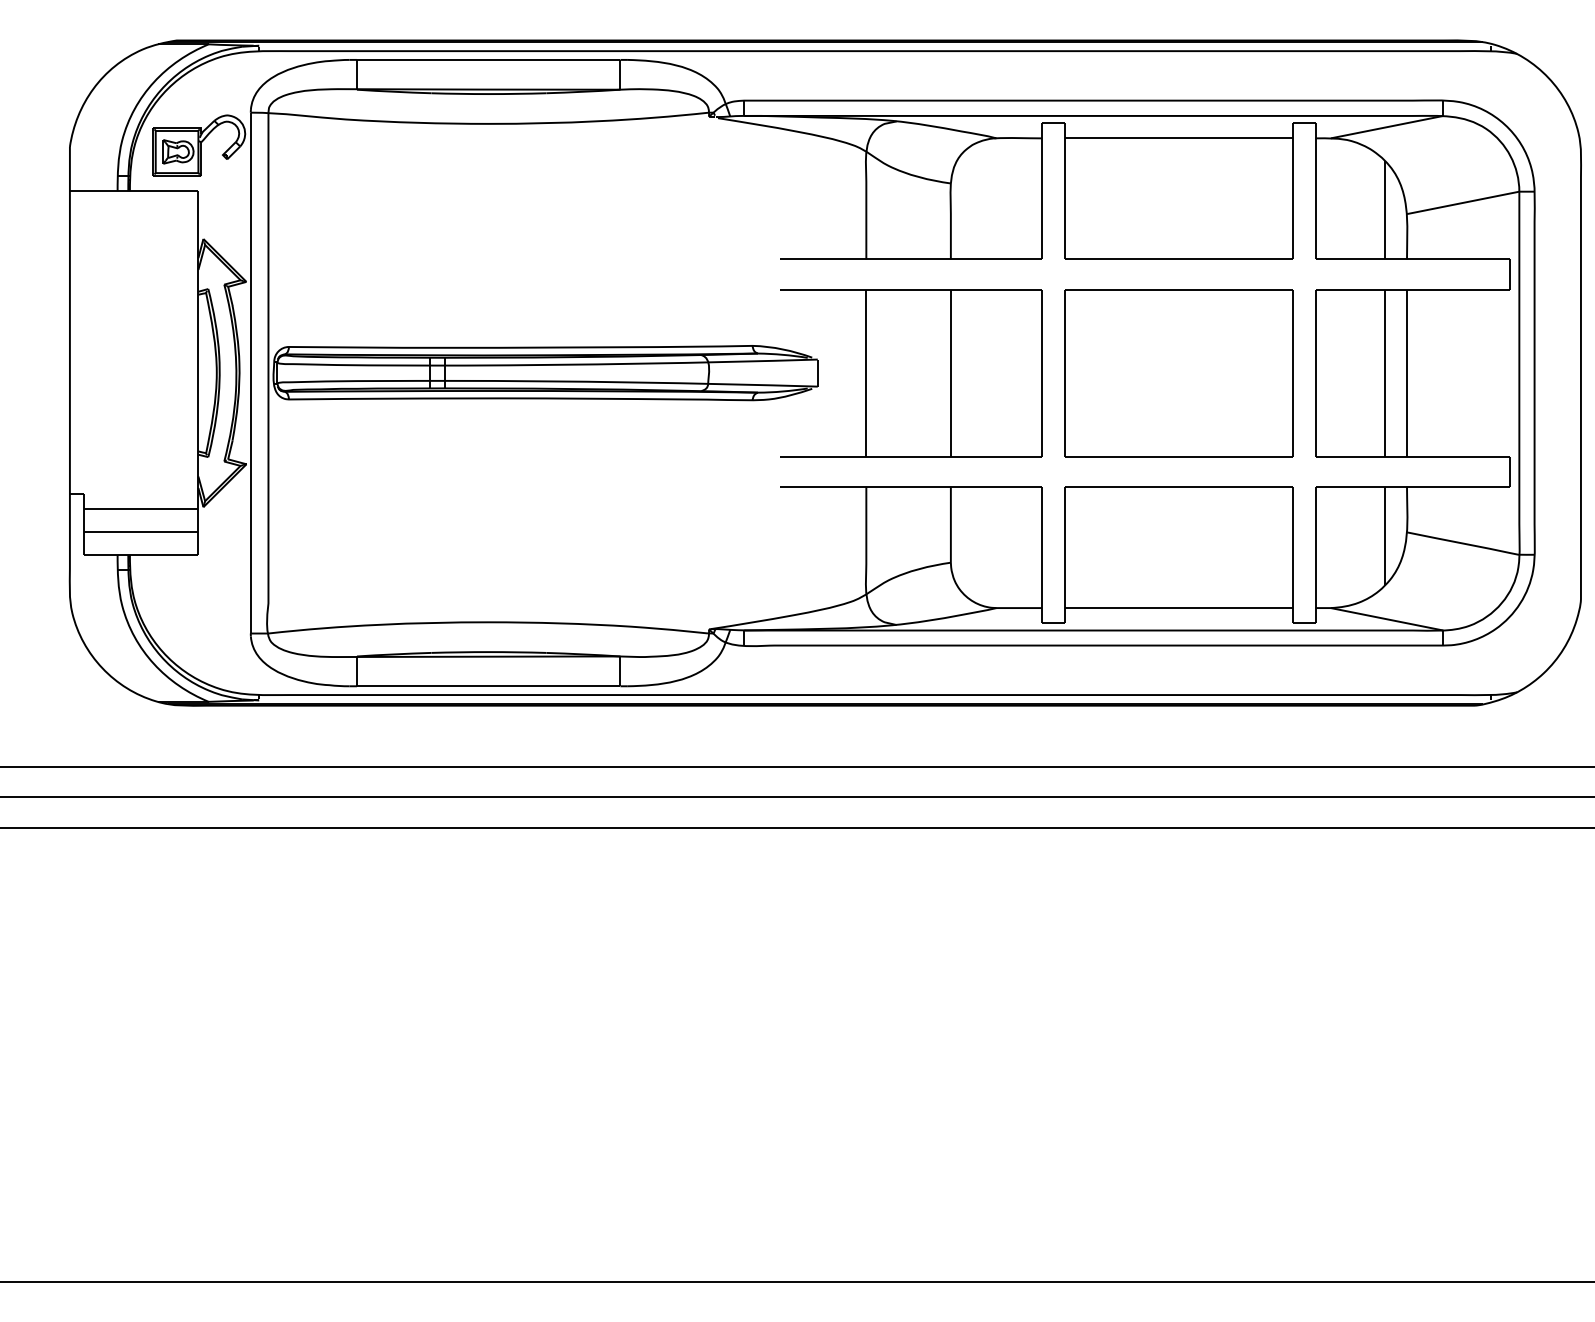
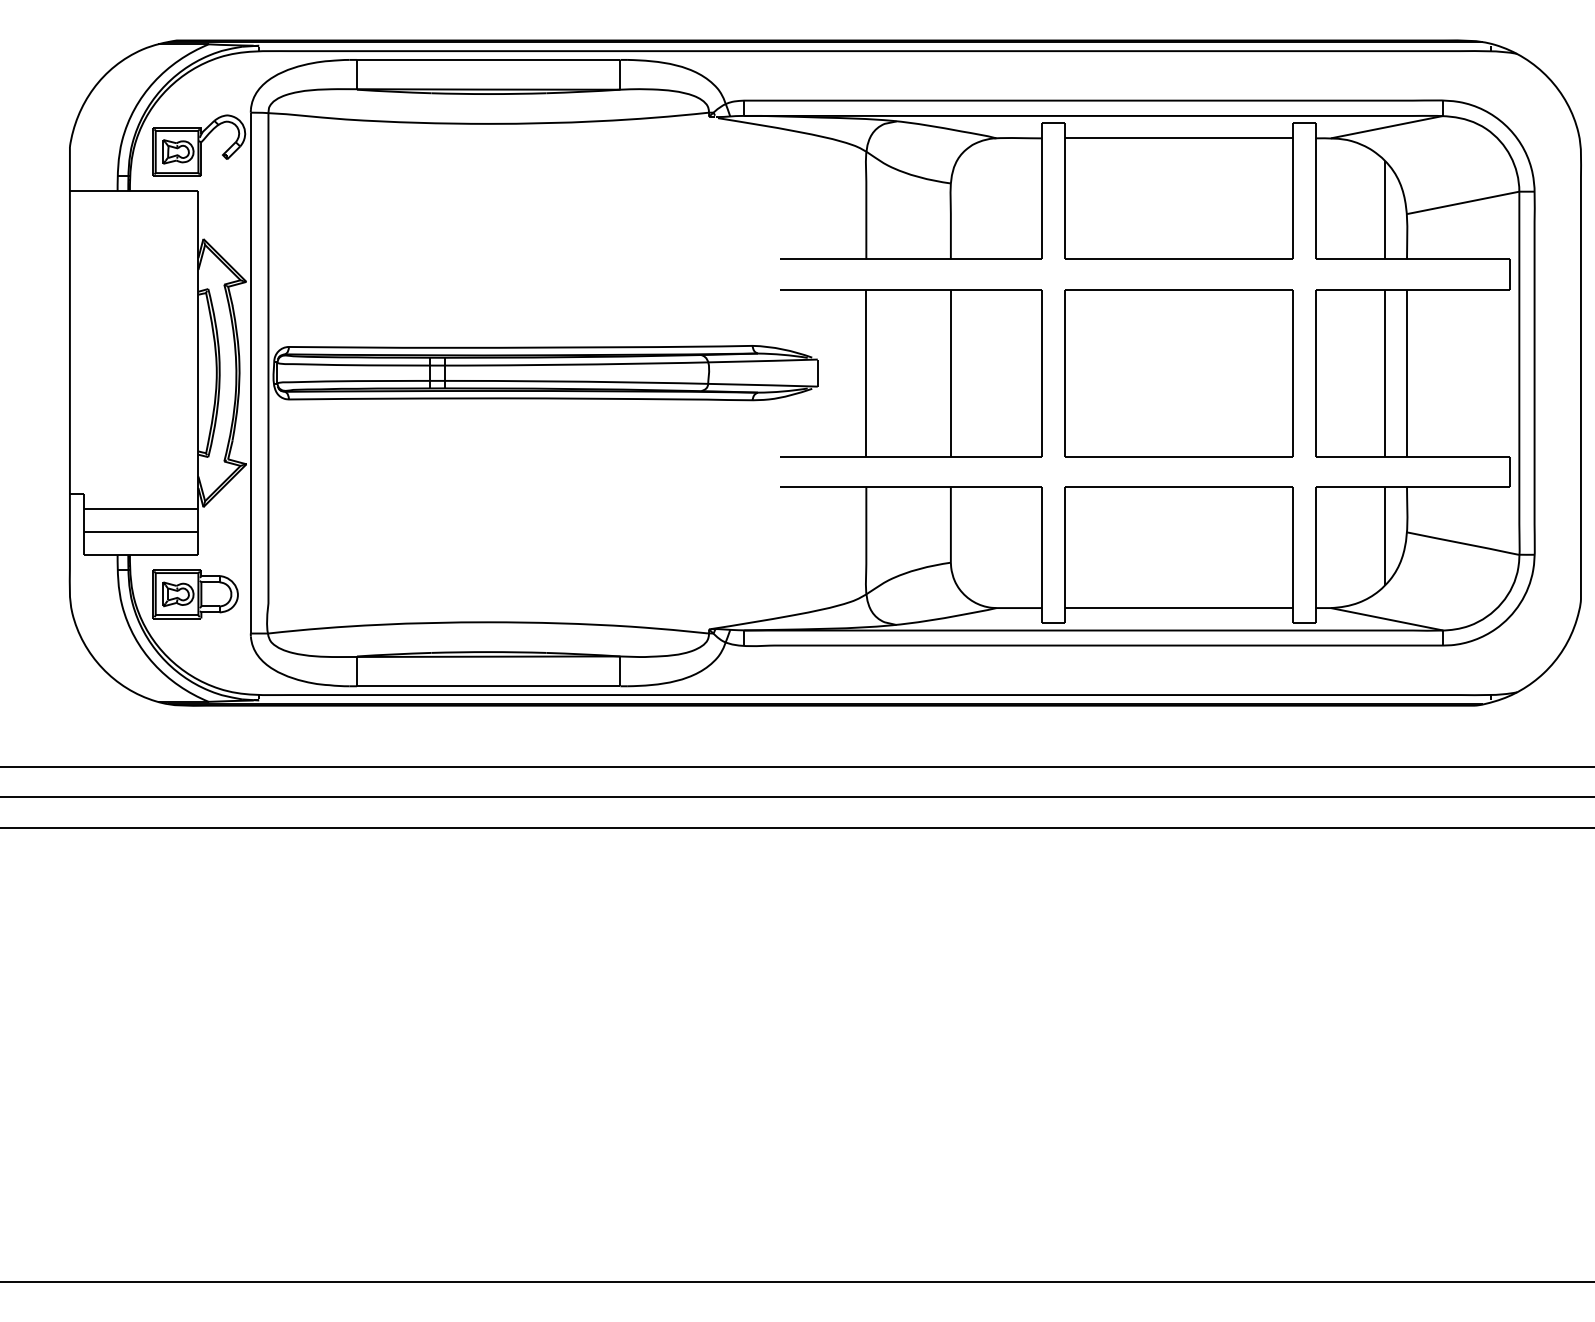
part at (195, 594): none -> present
